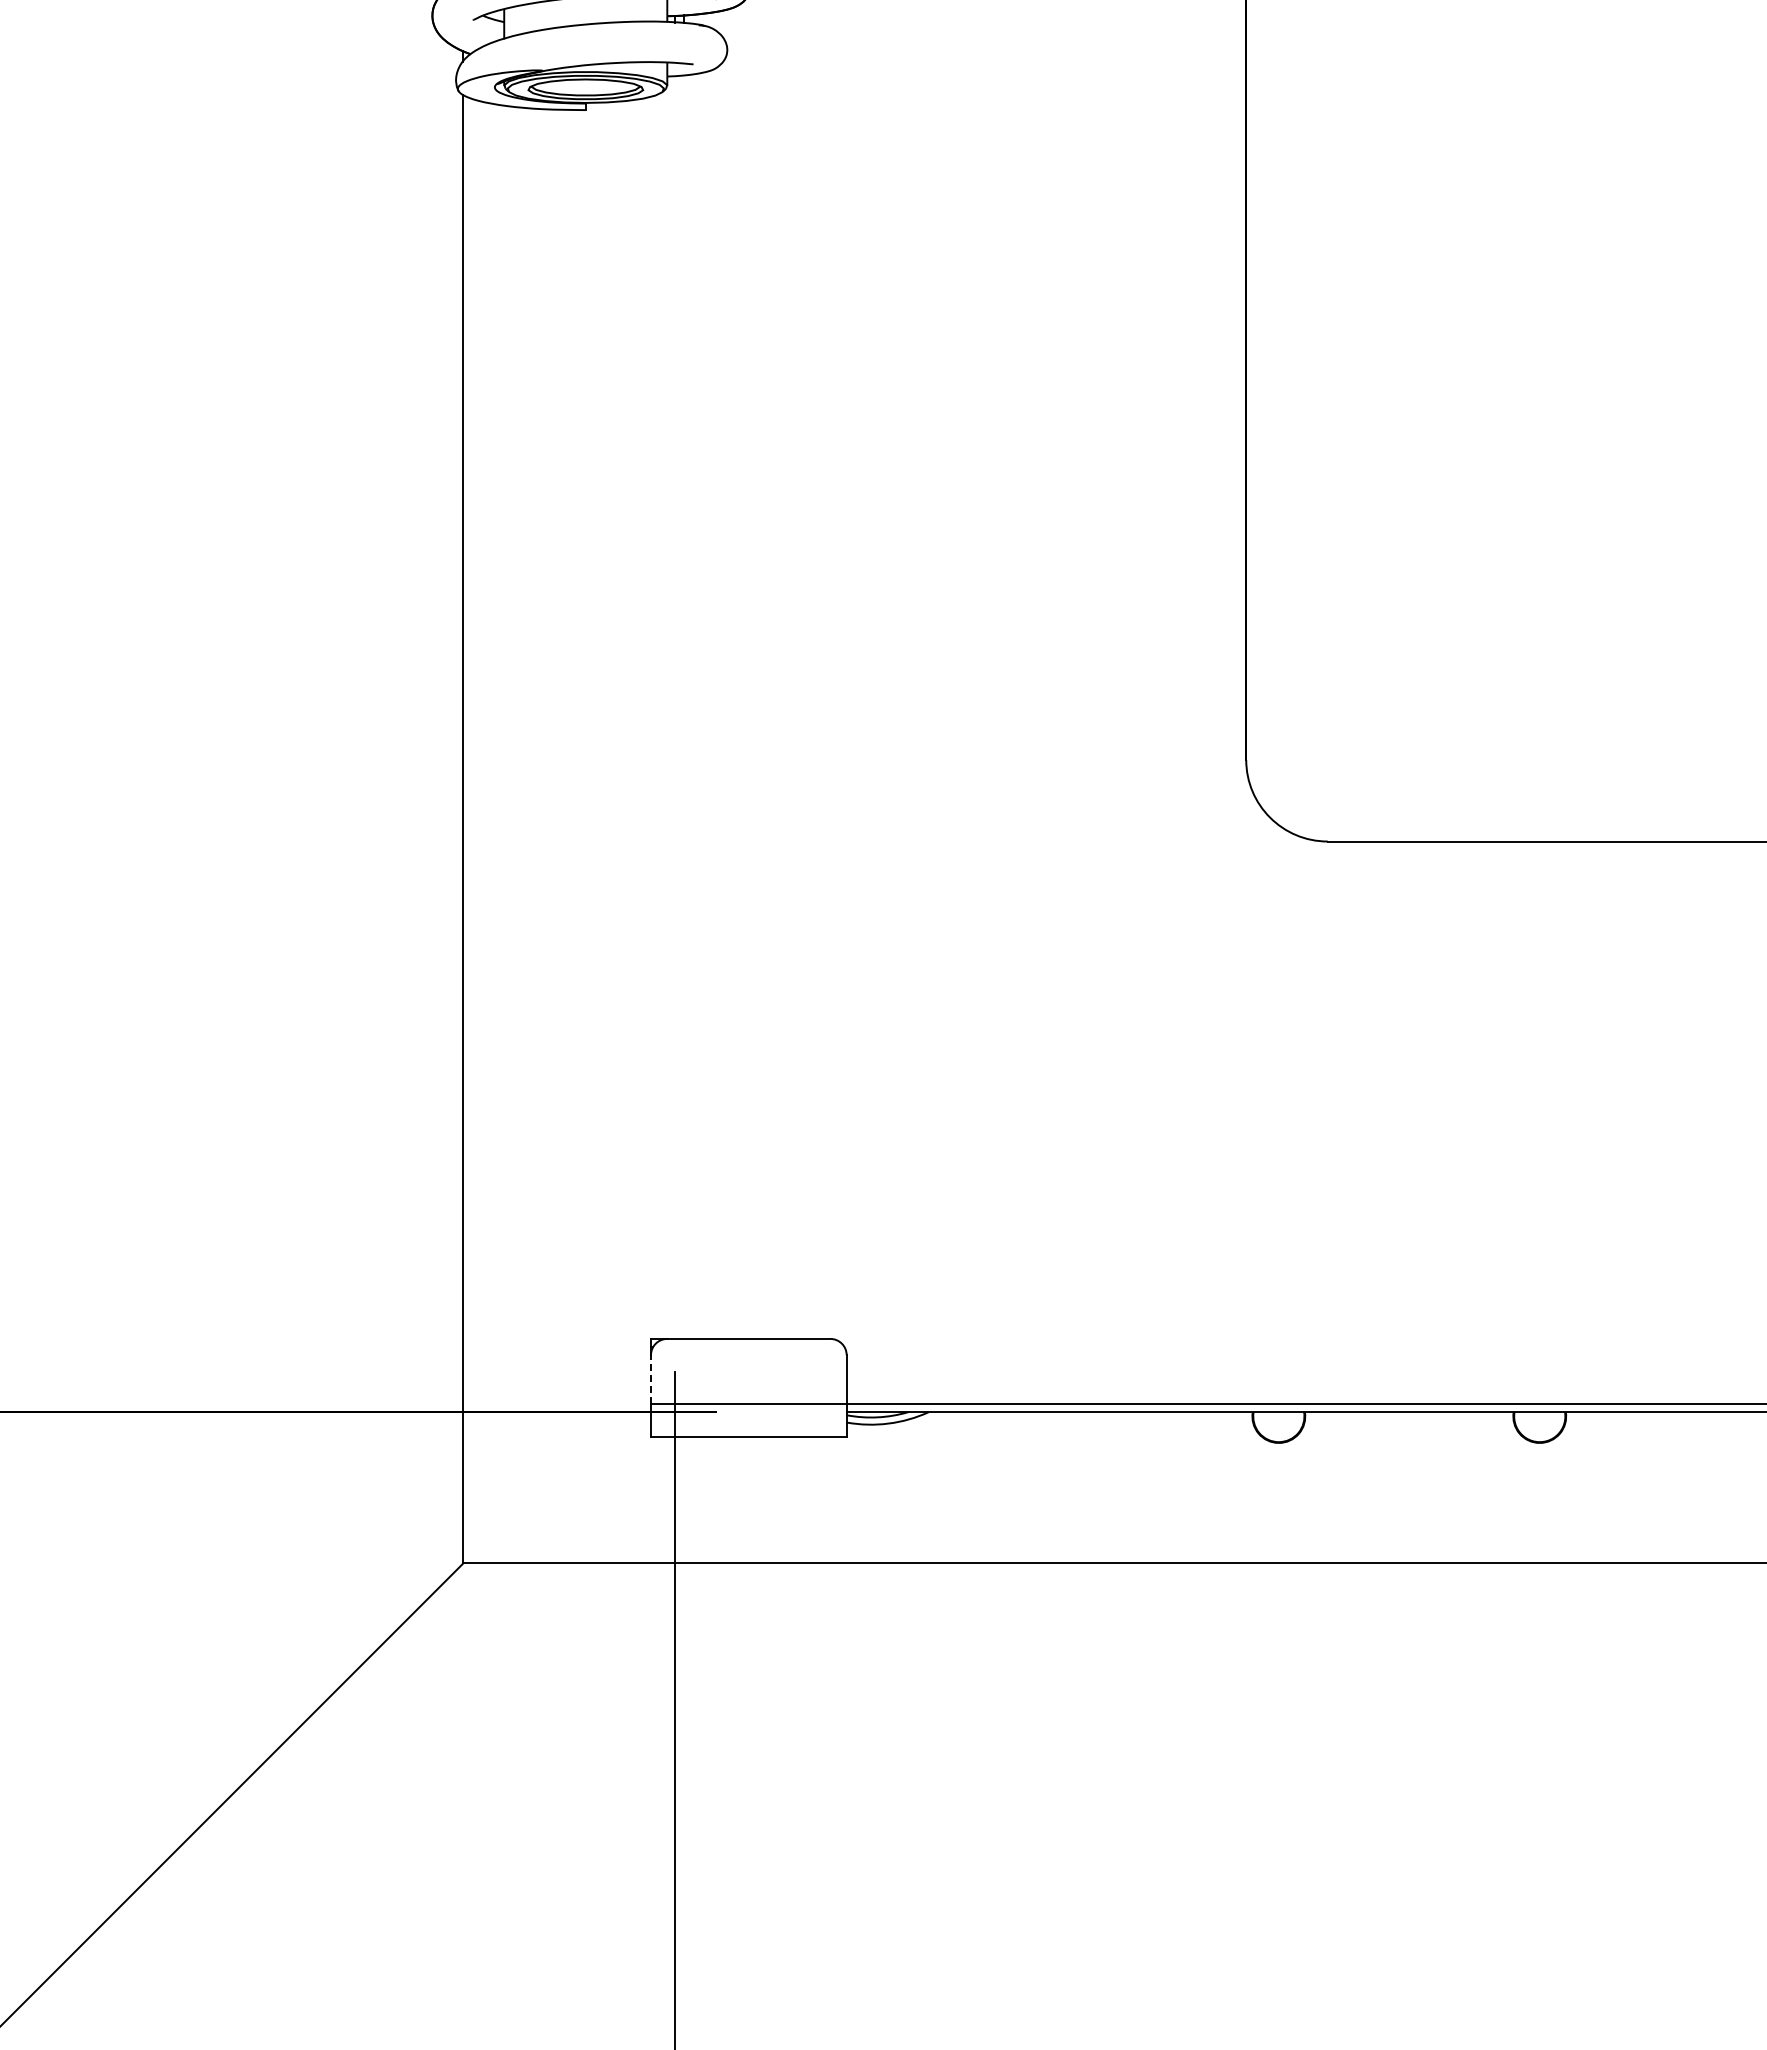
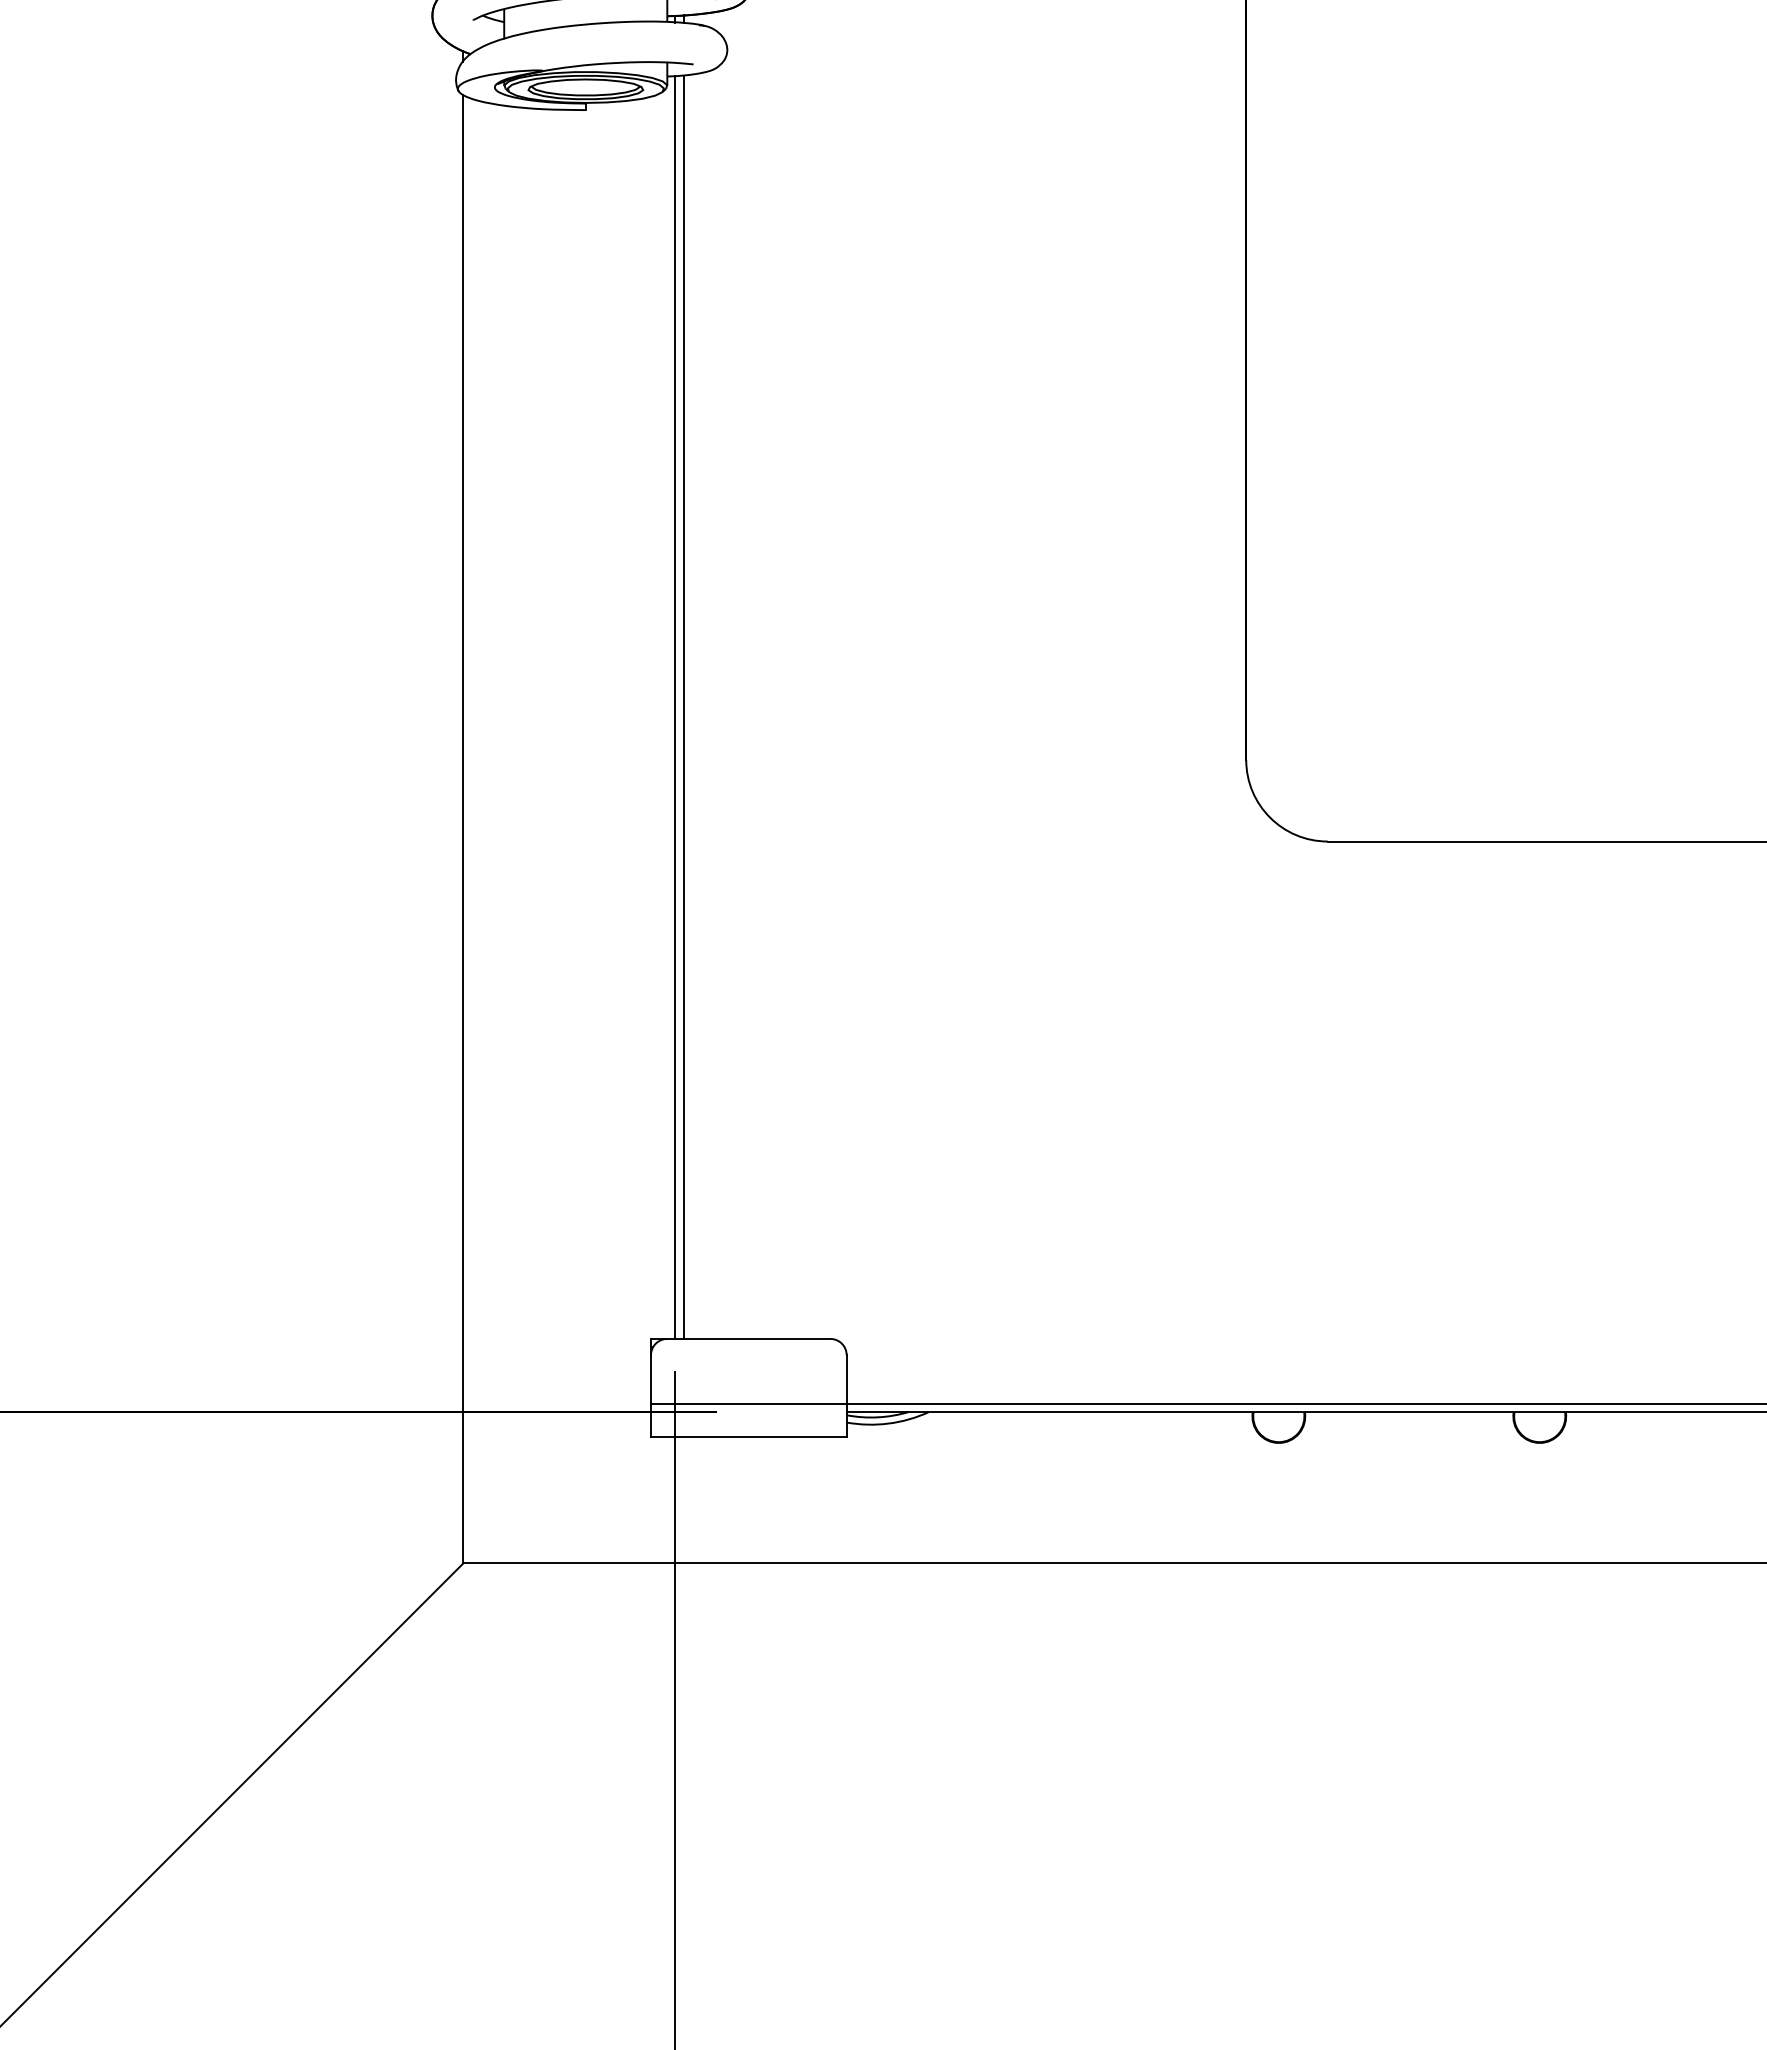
line at (683, 706): none -> present
line at (675, 707): none -> present
line at (650, 1379): dashed -> solid
